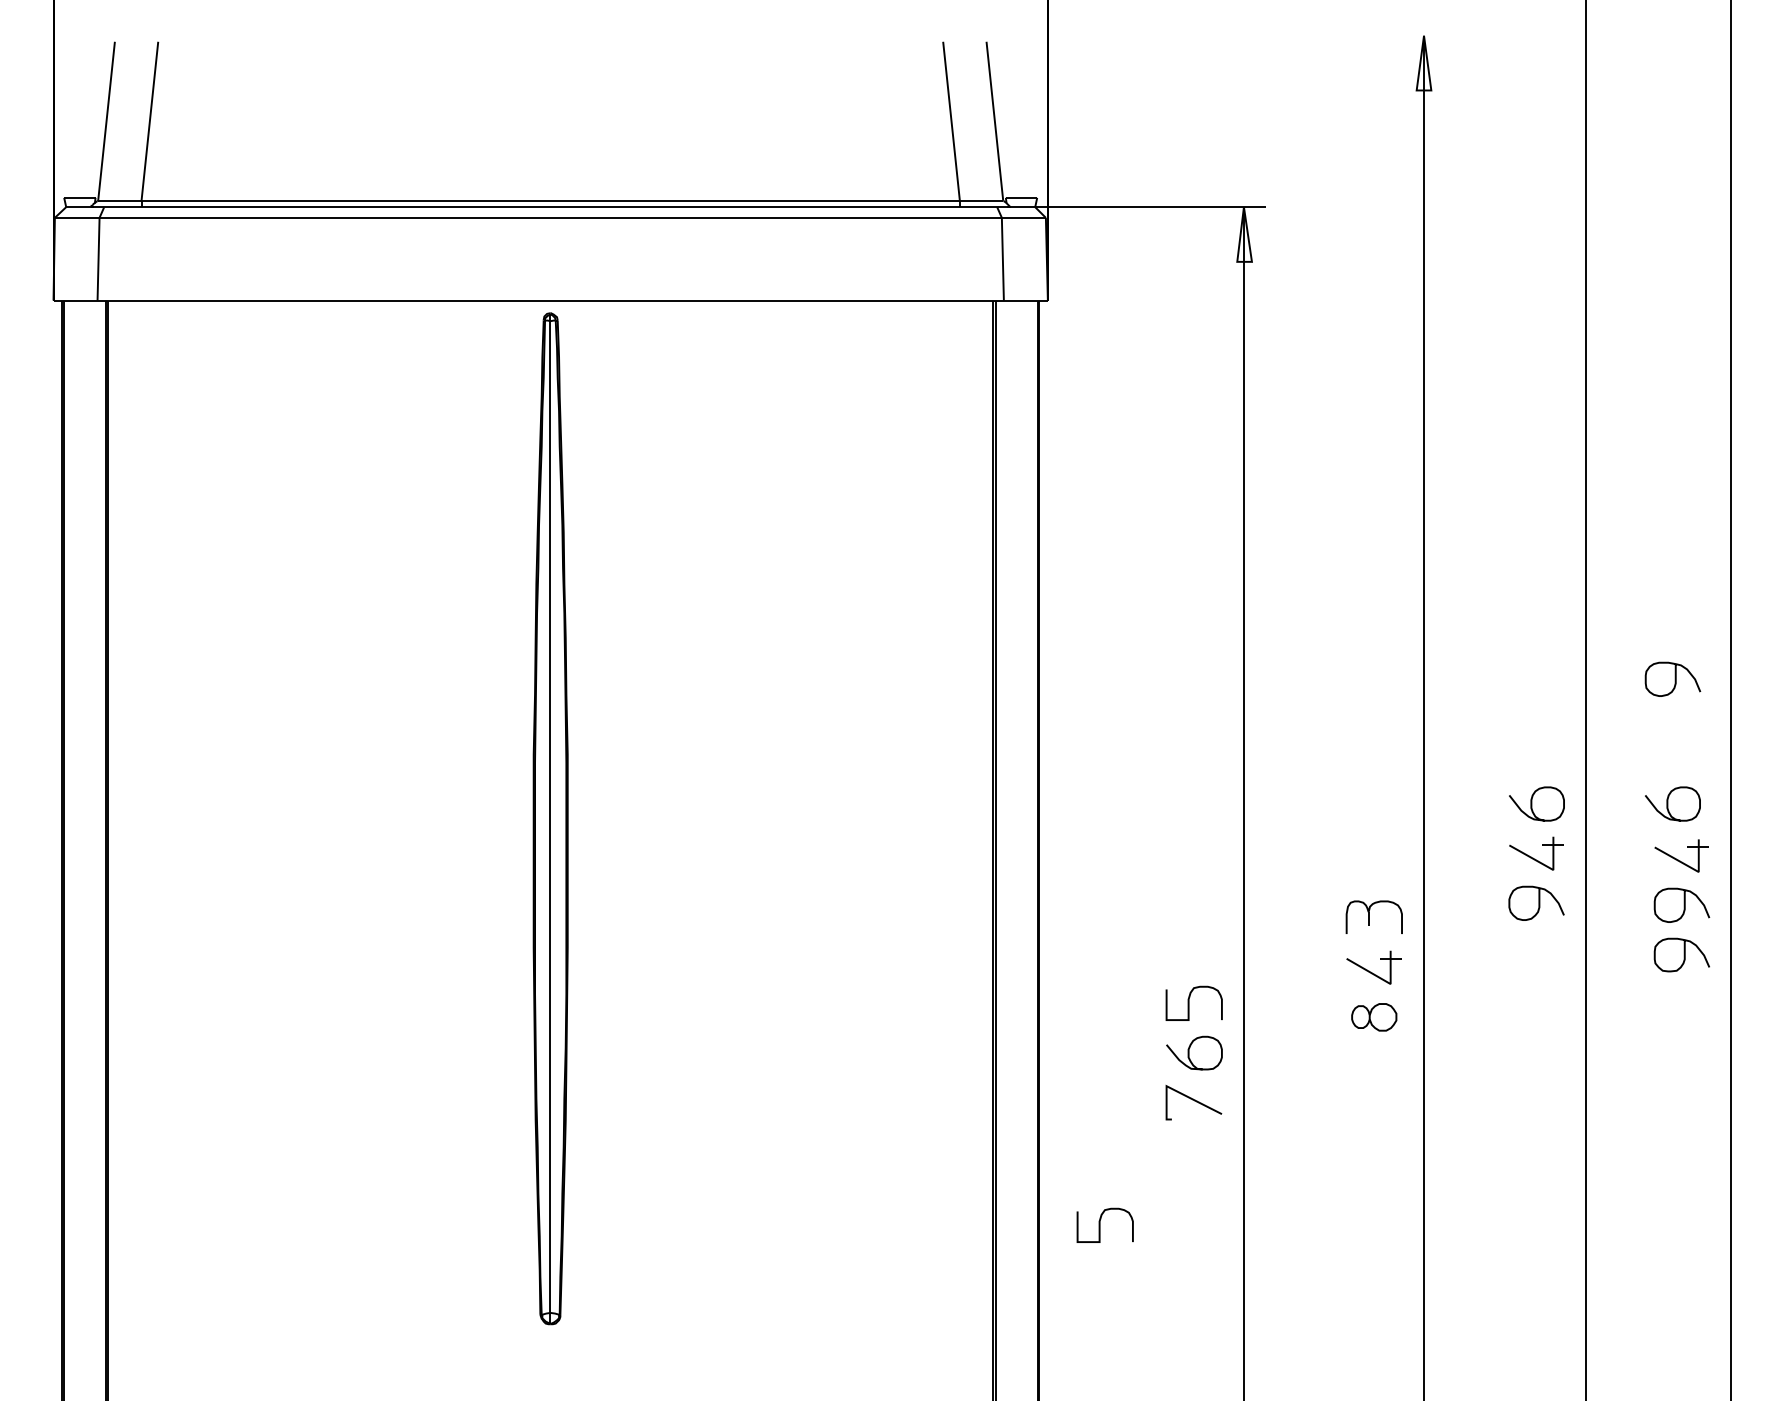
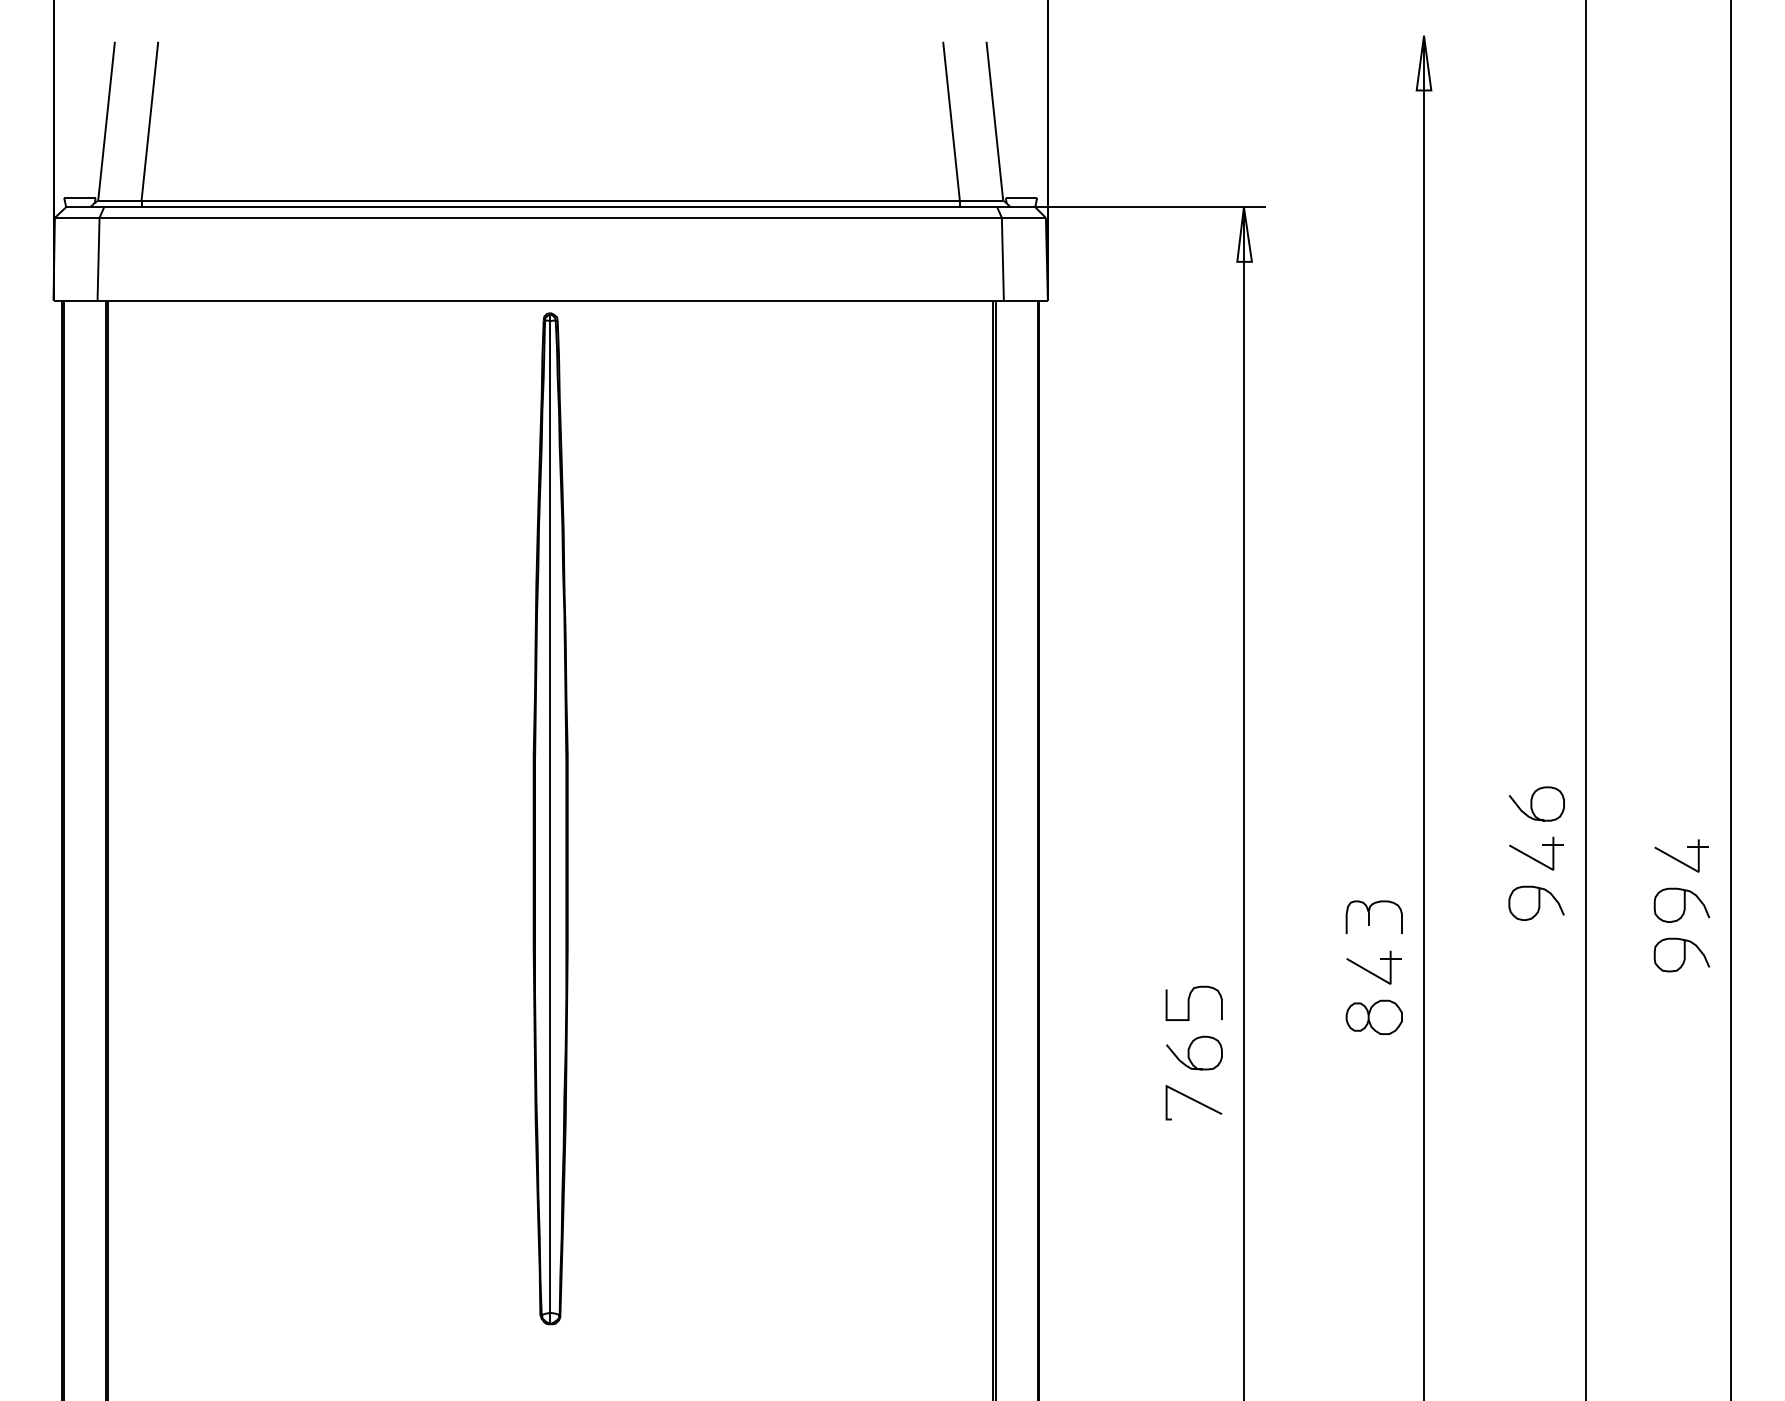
curve at (1674, 678): present -> none
curve at (1668, 803): present -> none
part at (1374, 1017) size: 47x29 px -> 58x36 px
curve at (1100, 1224): present -> none
